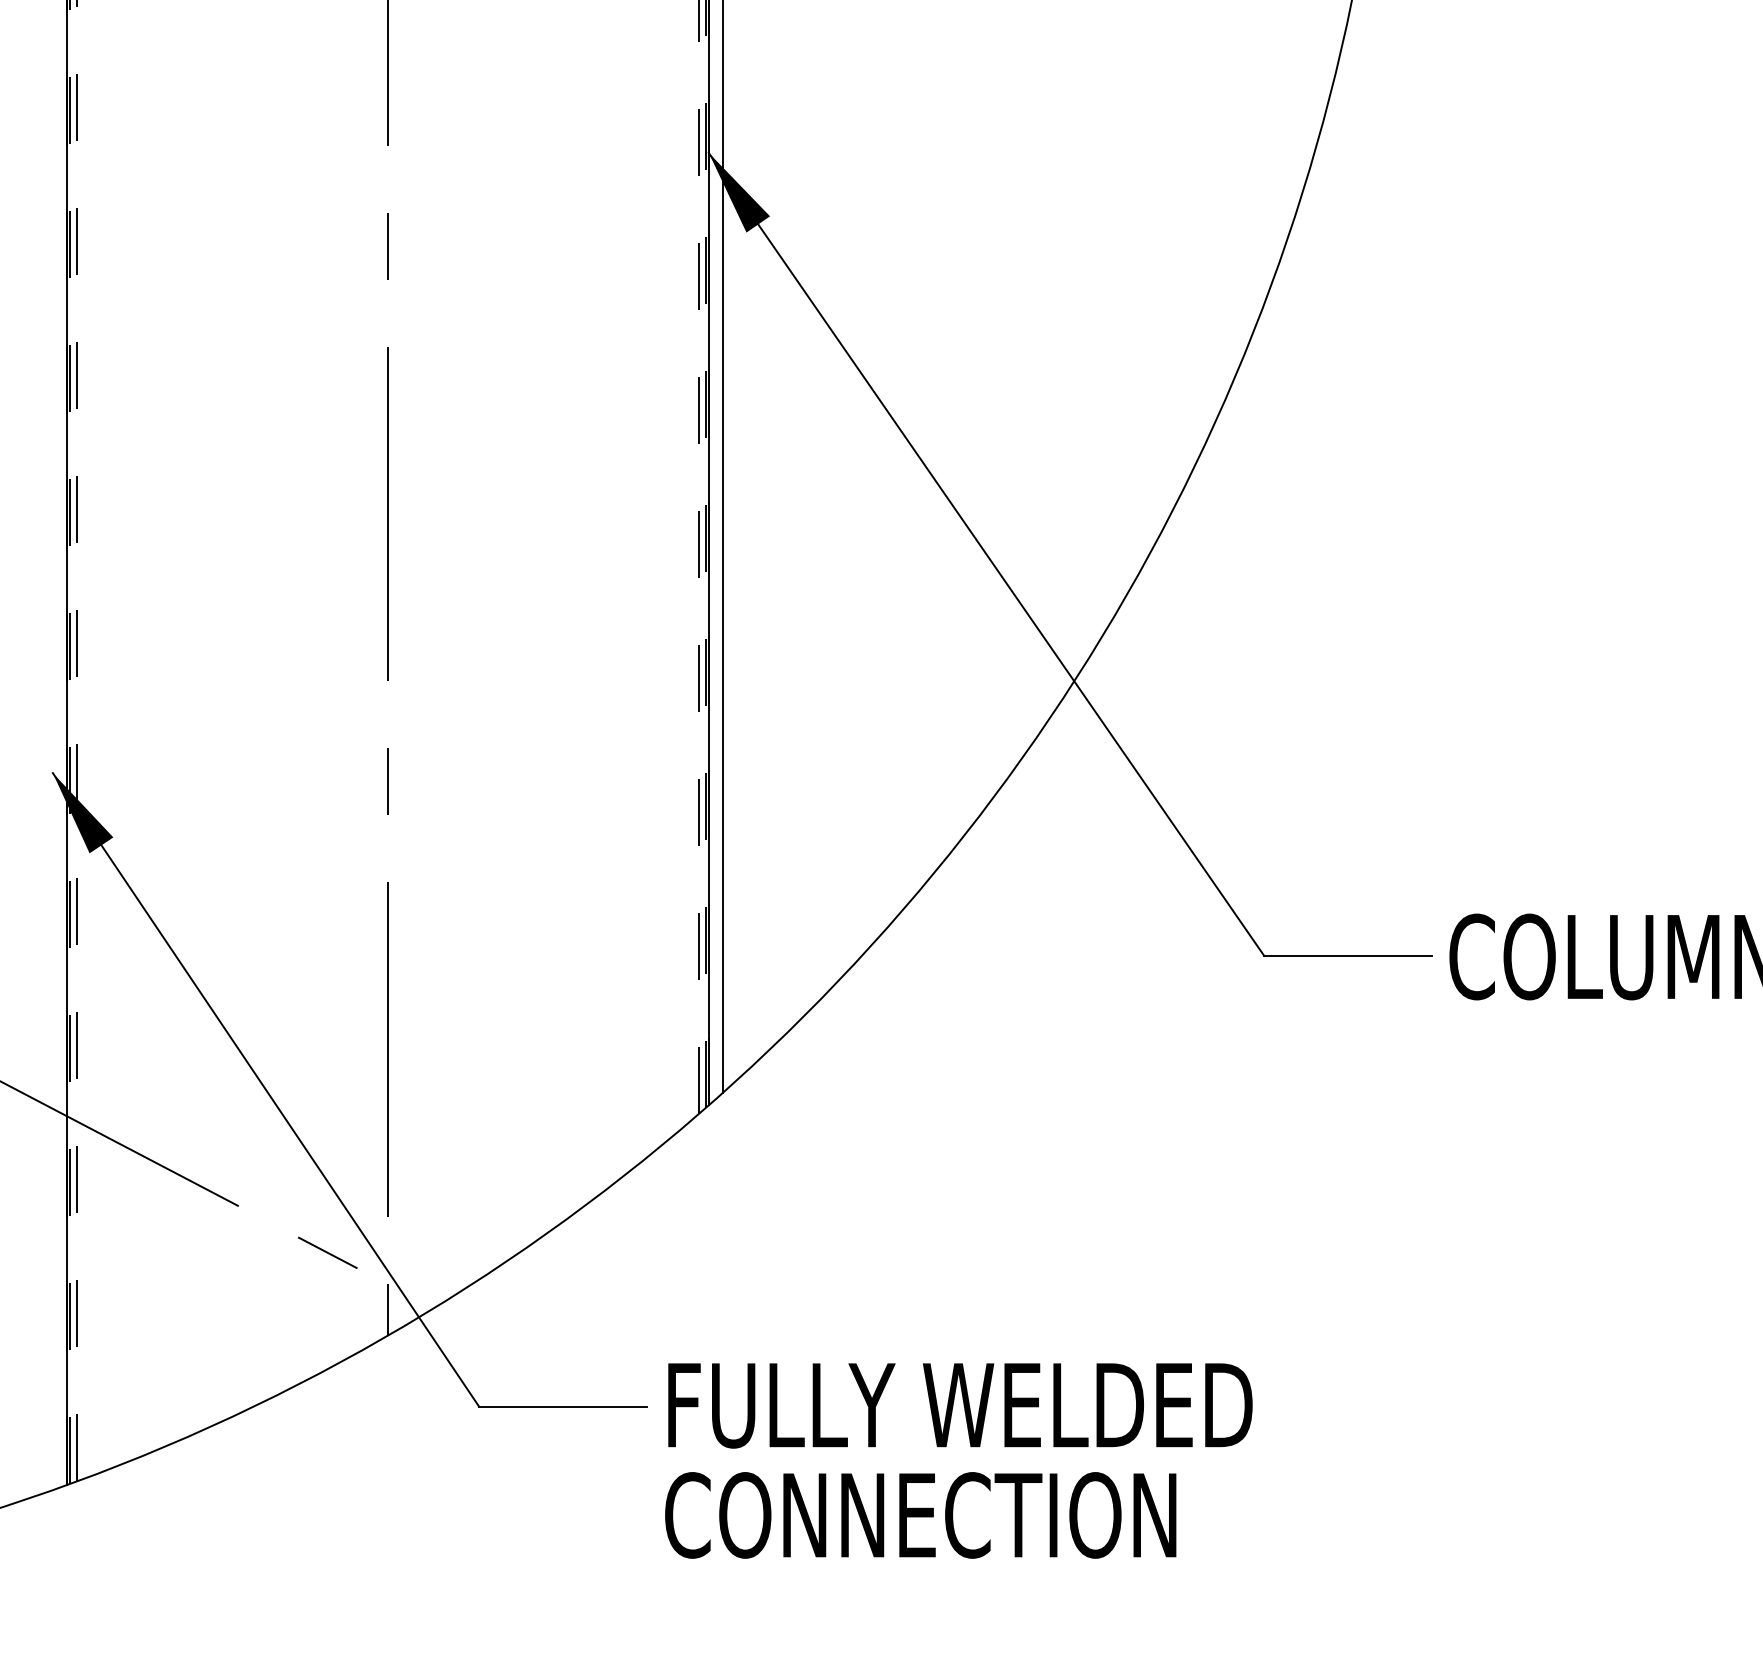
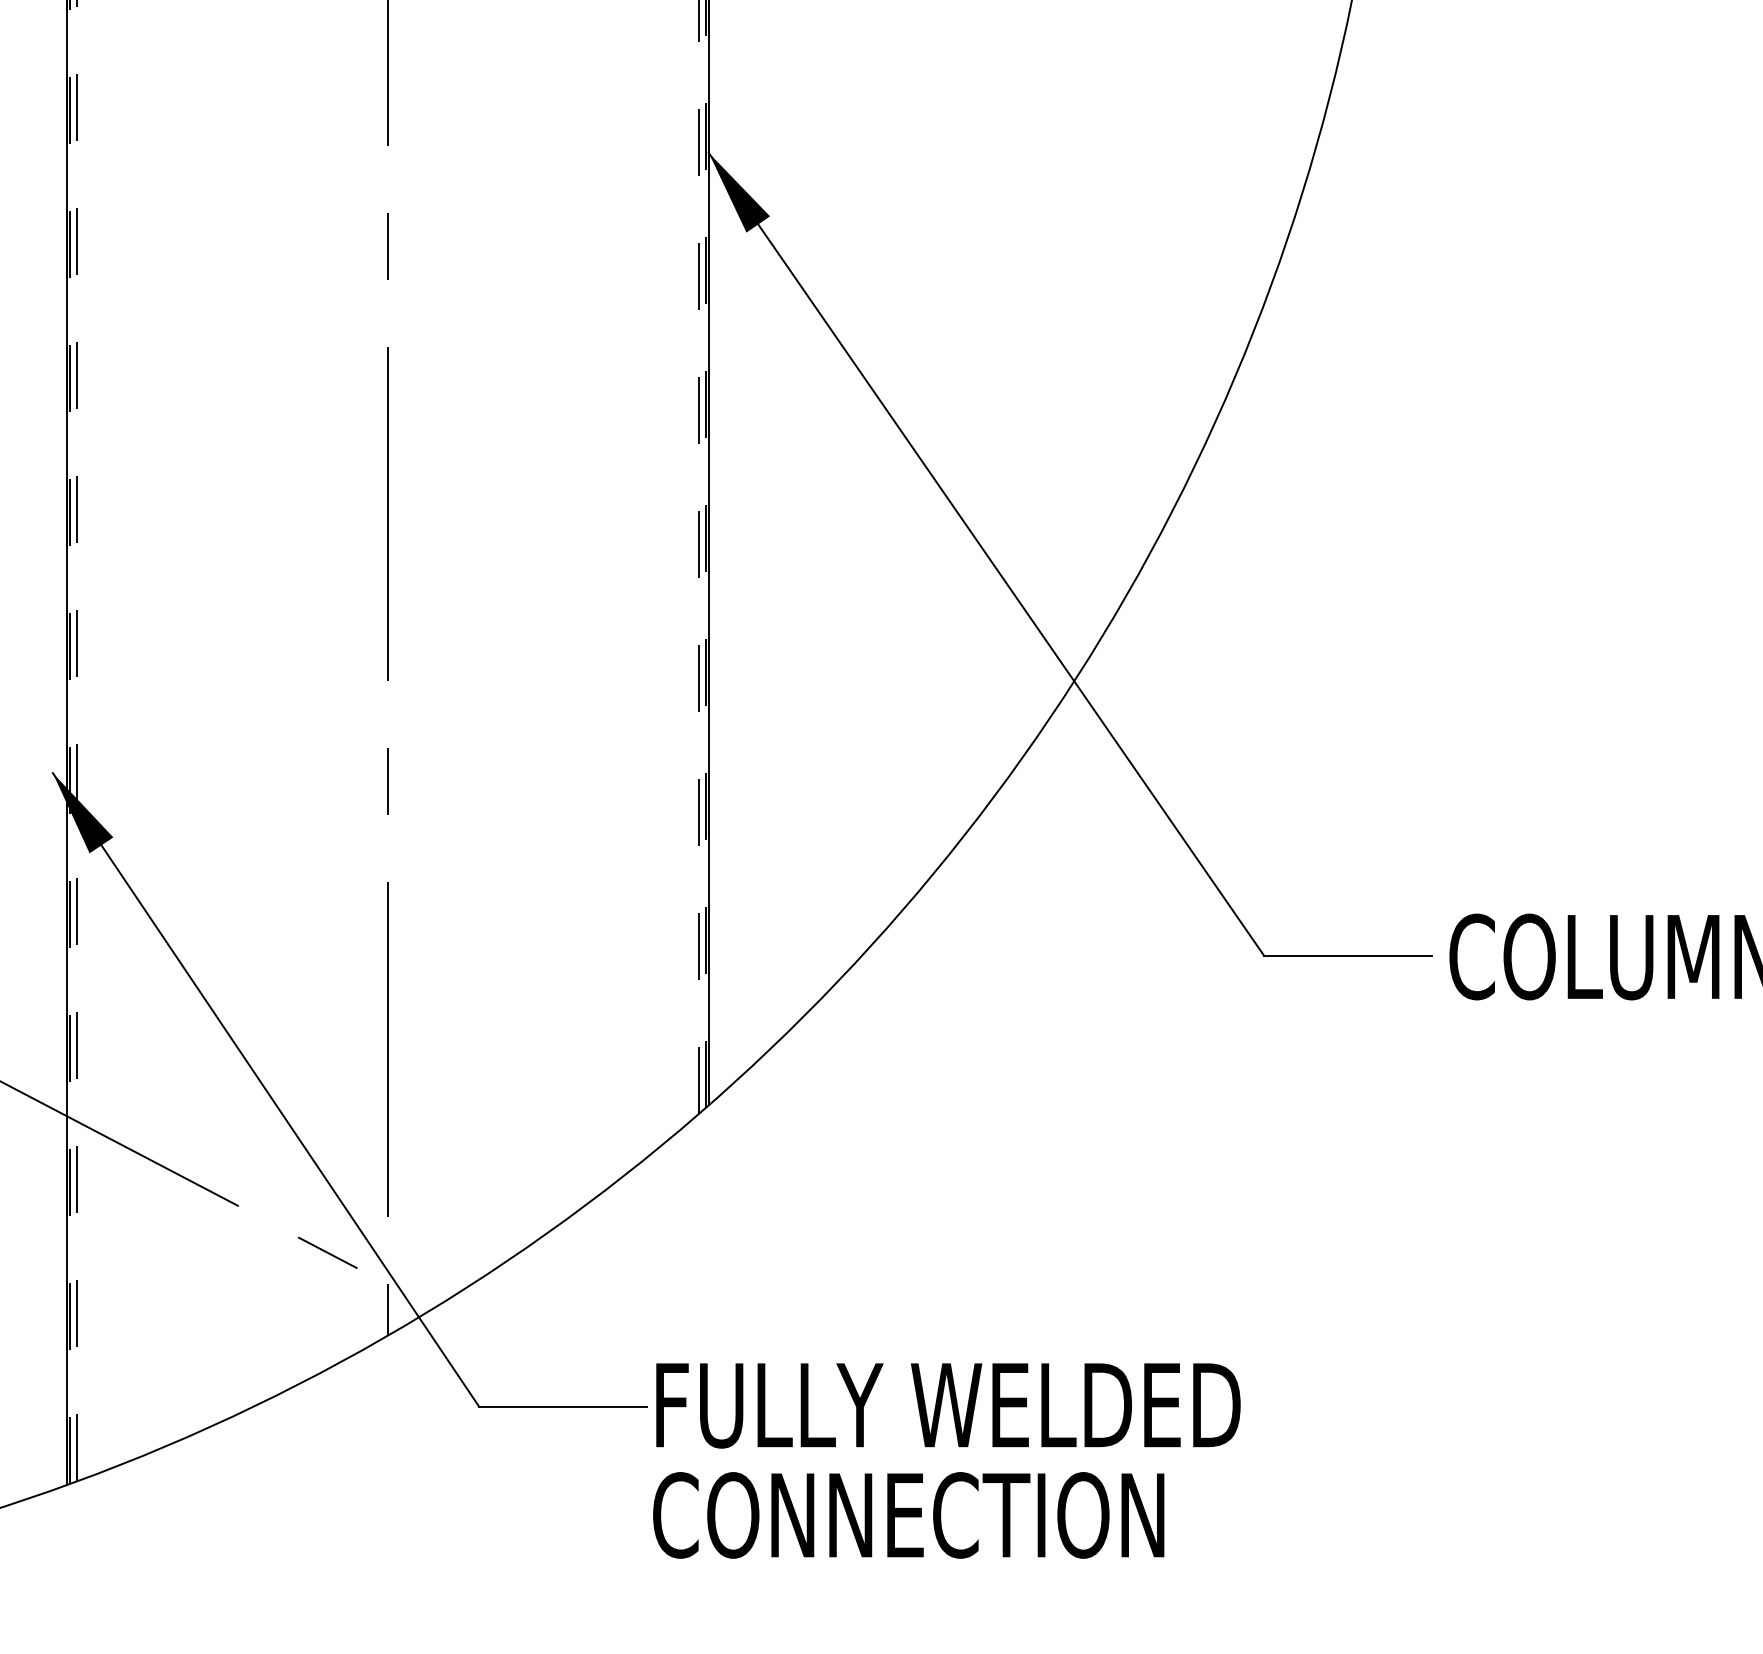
line at (722, 547): present -> none
text at (958, 1460) position: (958, 1460) -> (946, 1460)
